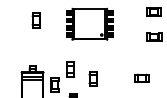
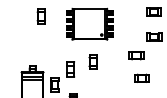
part at (35, 20) position: (35, 20) -> (40, 16)
part at (136, 55): none -> present
part at (92, 78) position: (92, 78) -> (92, 61)
